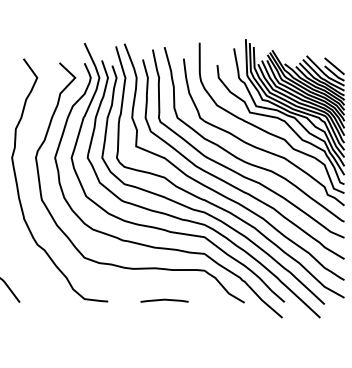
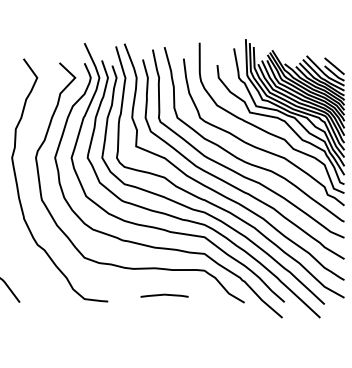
line at (164, 300) position: (164, 300) -> (164, 295)
